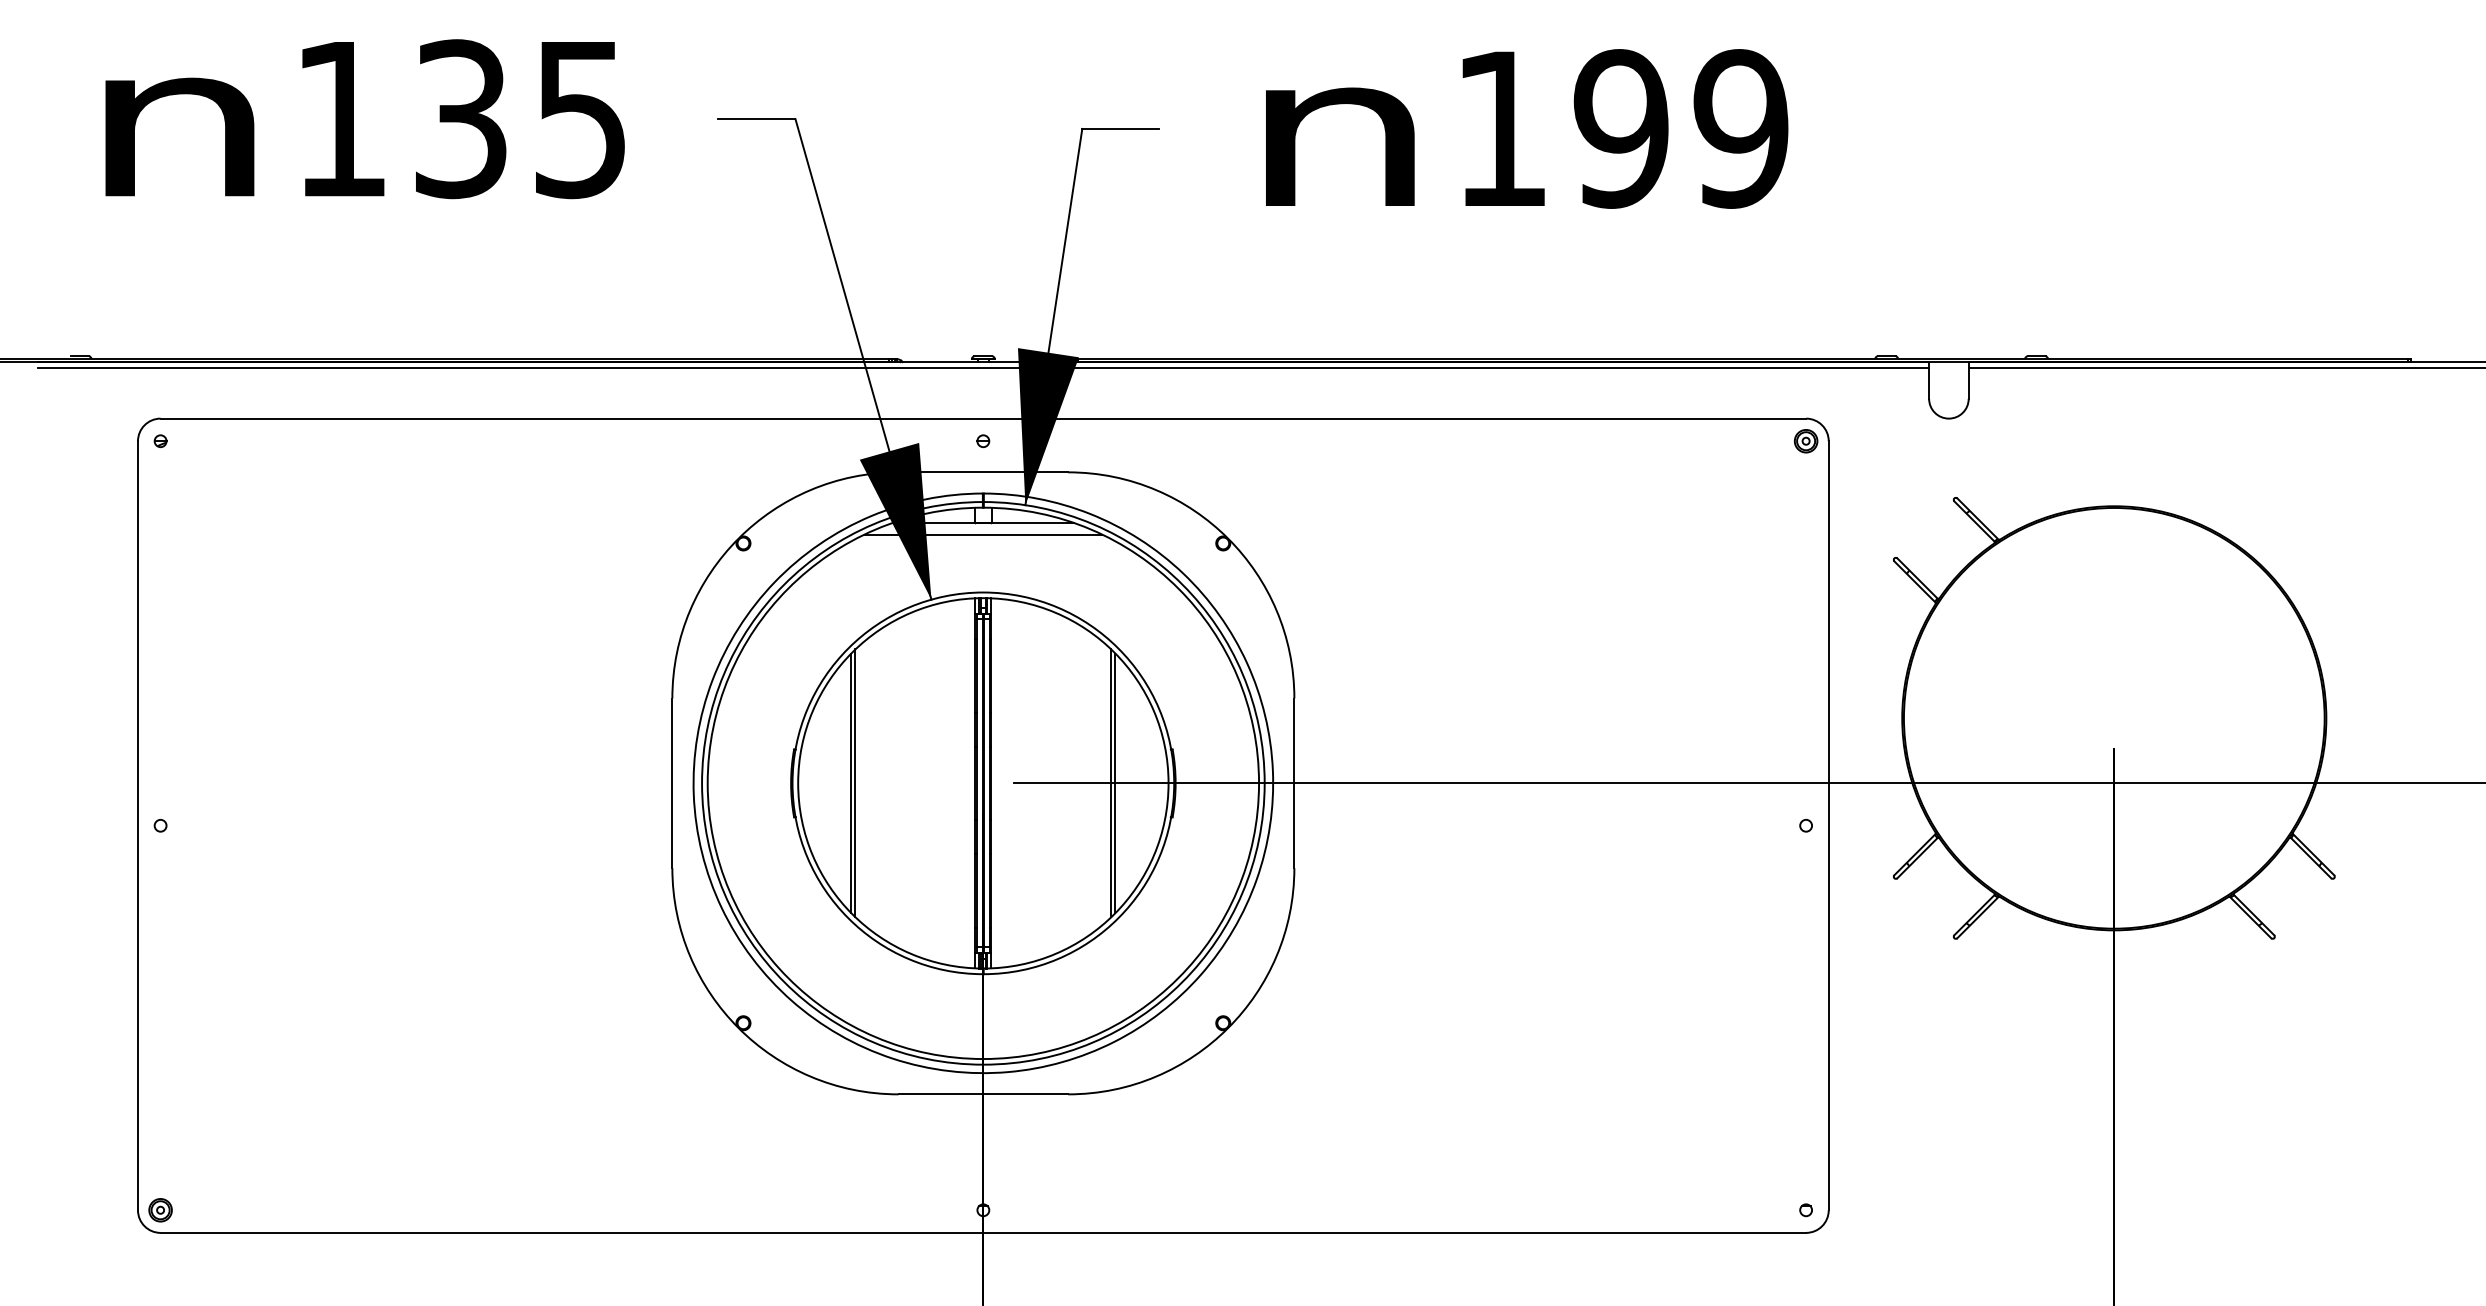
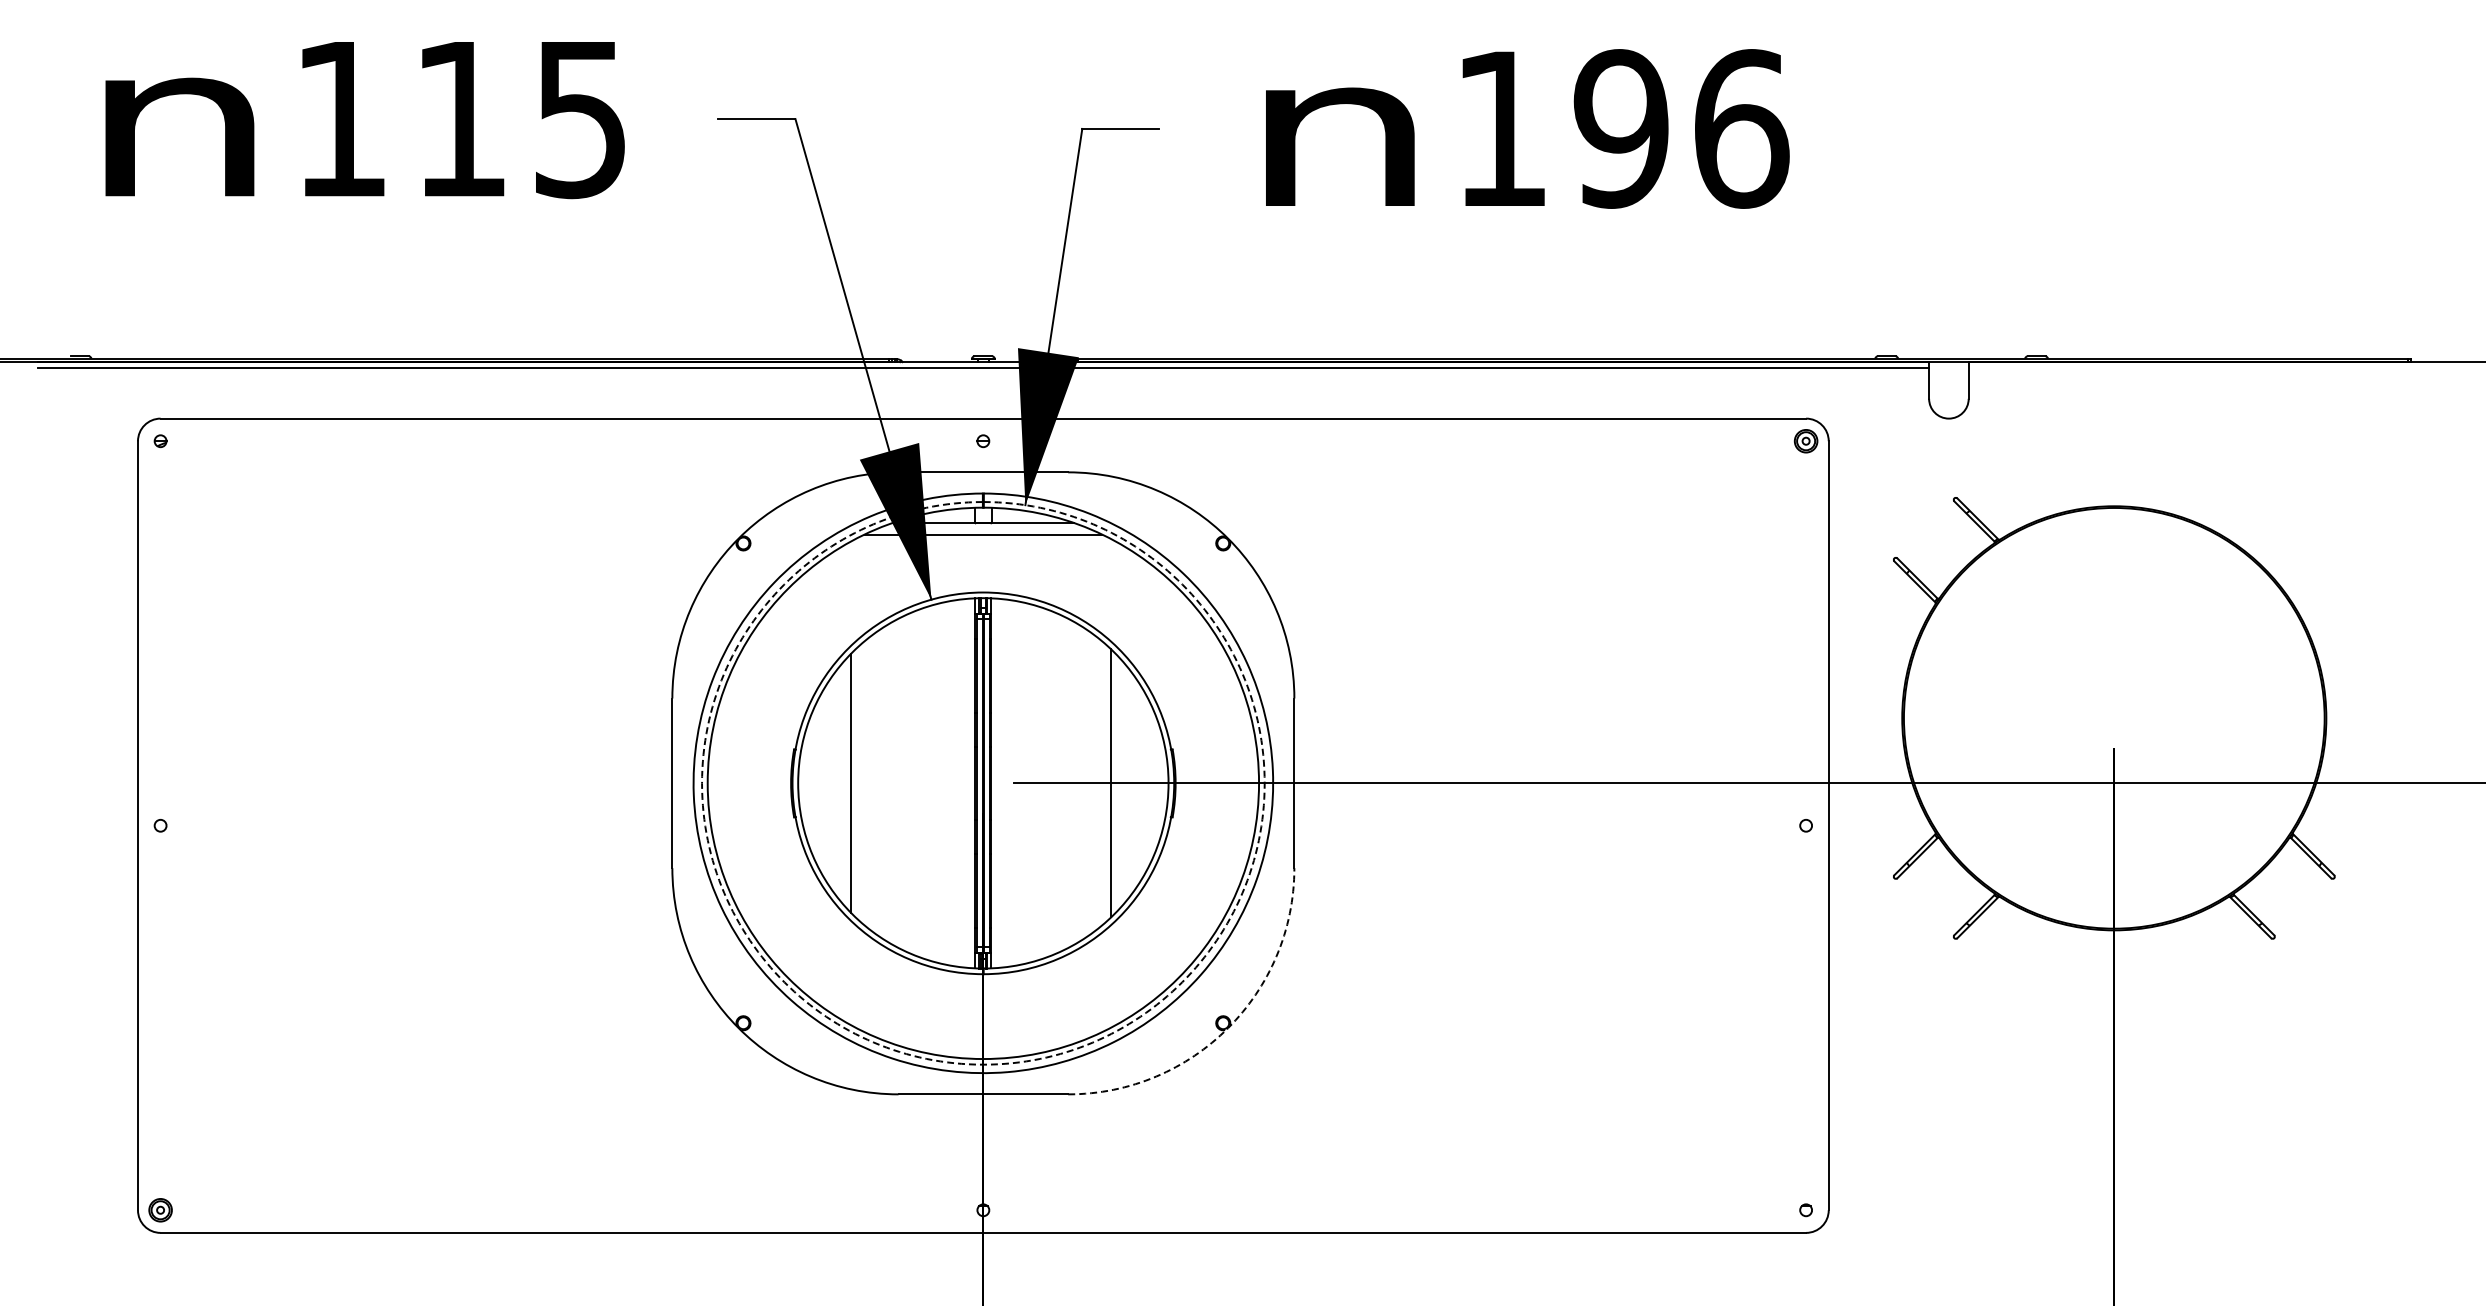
text at (461, 119): 135 -> 115
text at (1741, 128): 199 -> 196
line at (2225, 367): present -> none
line at (855, 783): present -> none
line at (1115, 783): present -> none
arc at (1228, 1028): solid -> dashed
arc at (983, 1064): solid -> dashed
